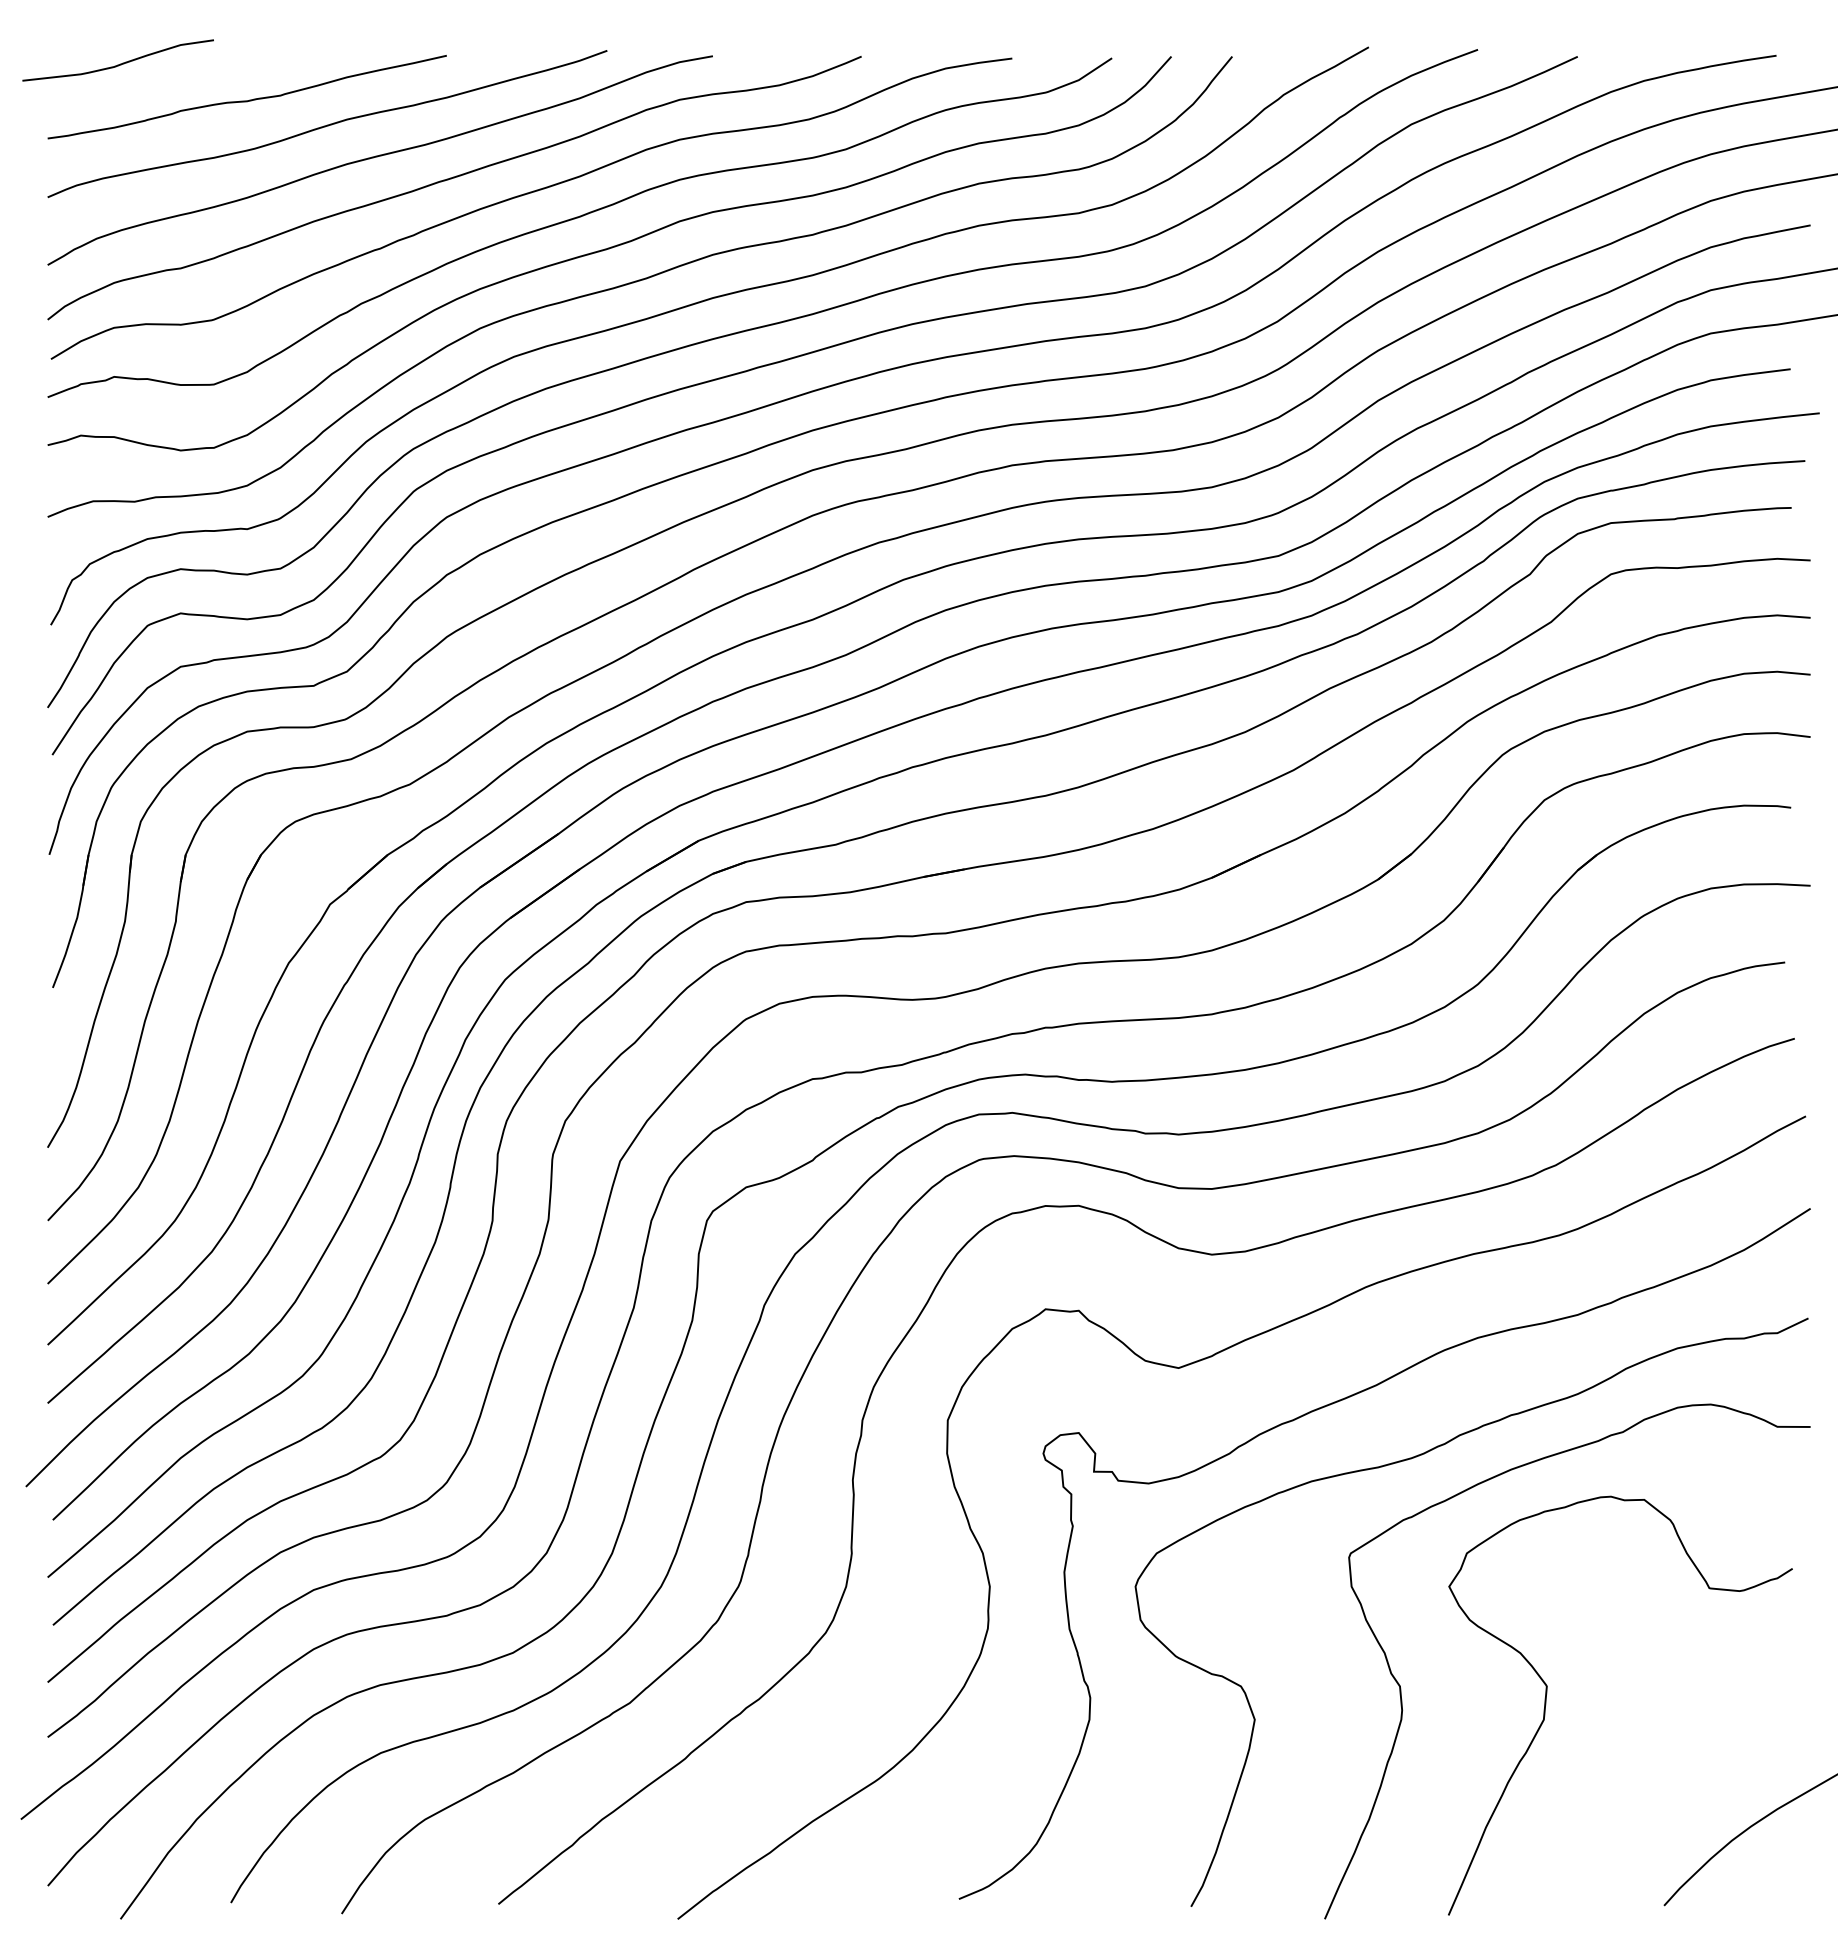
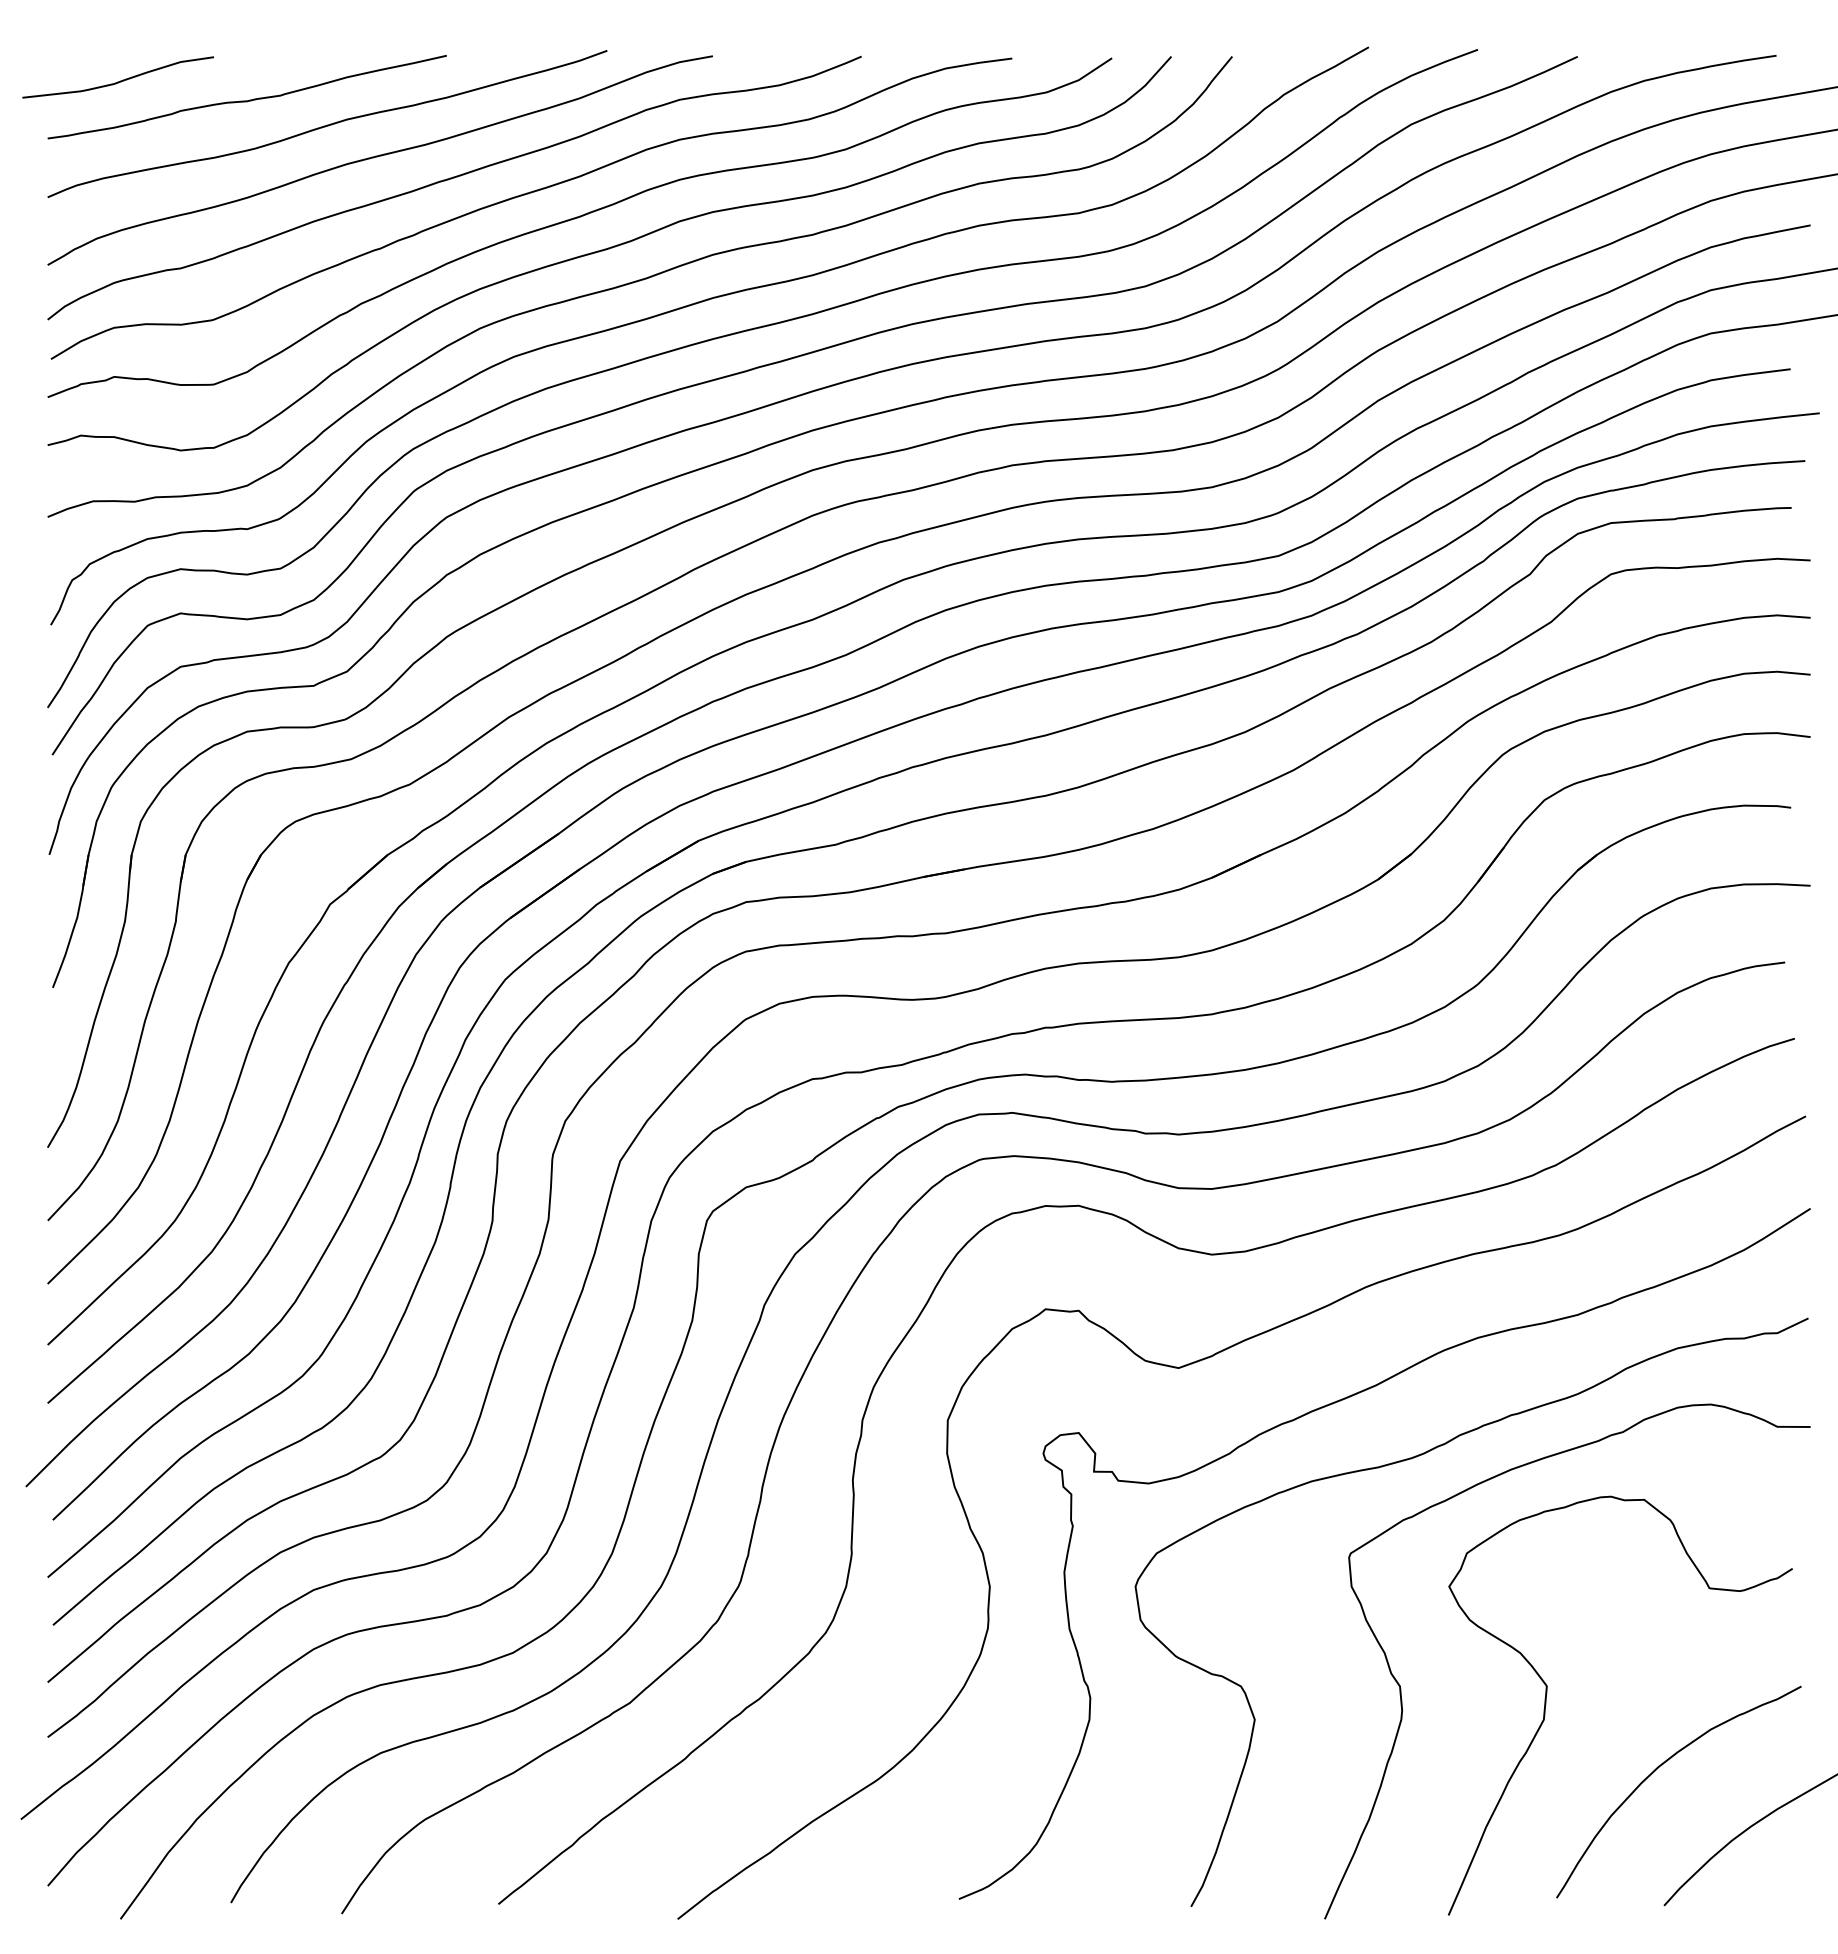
curve at (117, 64) position: (117, 64) -> (117, 81)
curve at (1657, 1769): none -> present
